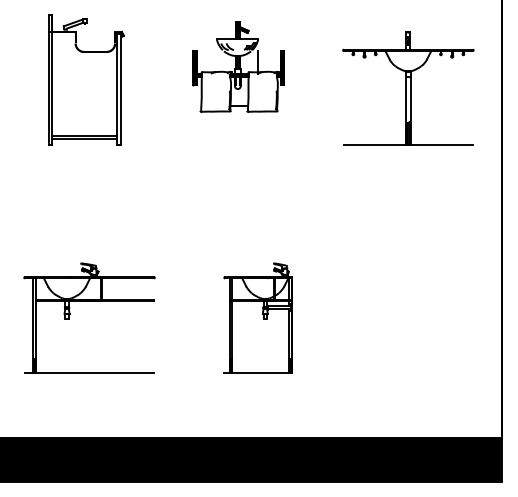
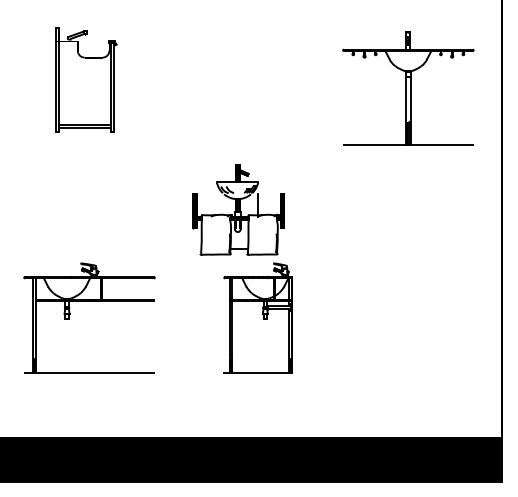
part at (238, 66) position: (238, 66) -> (238, 209)
part at (86, 79) size: 77x132 px -> 63x106 px
